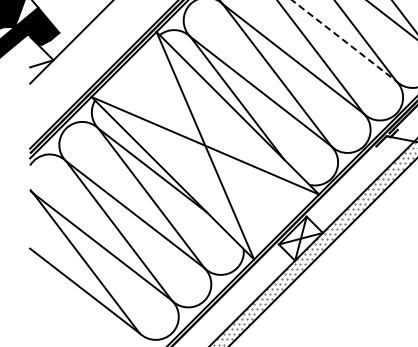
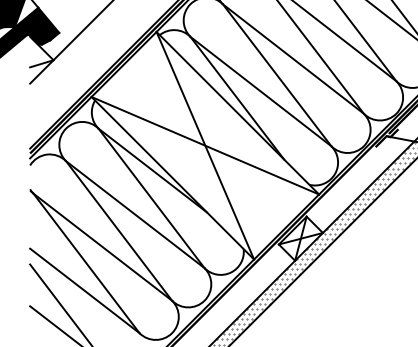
line at (344, 40): dashed -> solid
line at (59, 303): none -> present
line at (54, 324): none -> present
